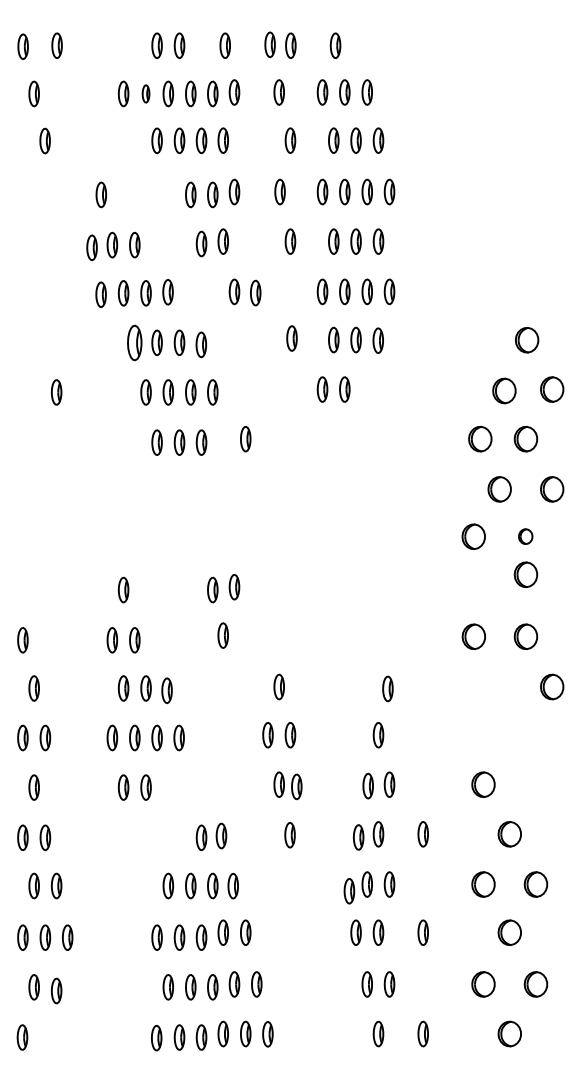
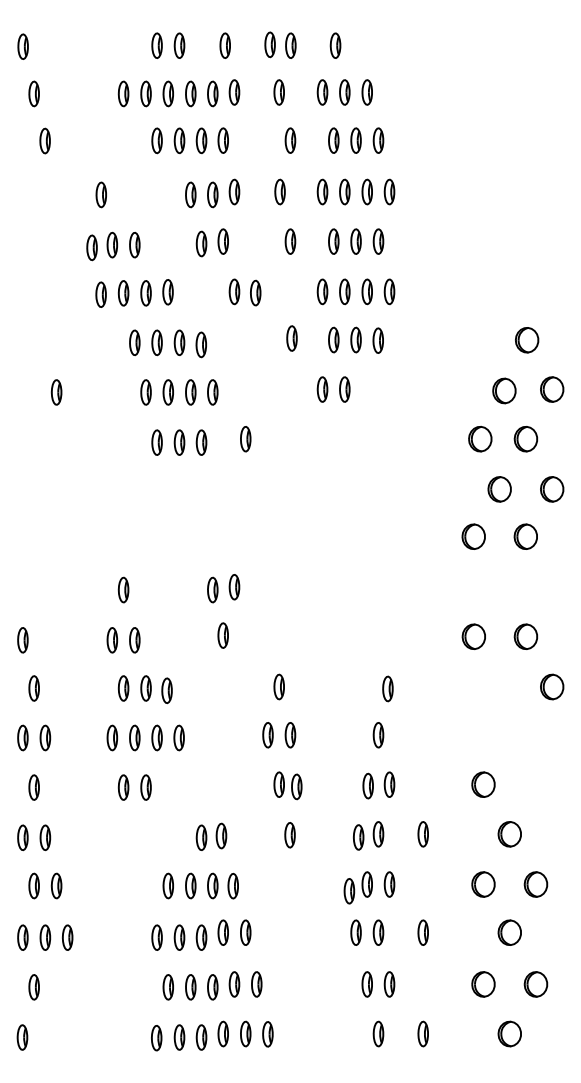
part at (56, 45): present -> none
part at (145, 93) size: 10x20 px -> 12x28 px
part at (134, 342) size: 16x38 px -> 12x27 px
part at (525, 536) size: 16x17 px -> 25x27 px
part at (525, 574): present -> none
part at (56, 990): present -> none
